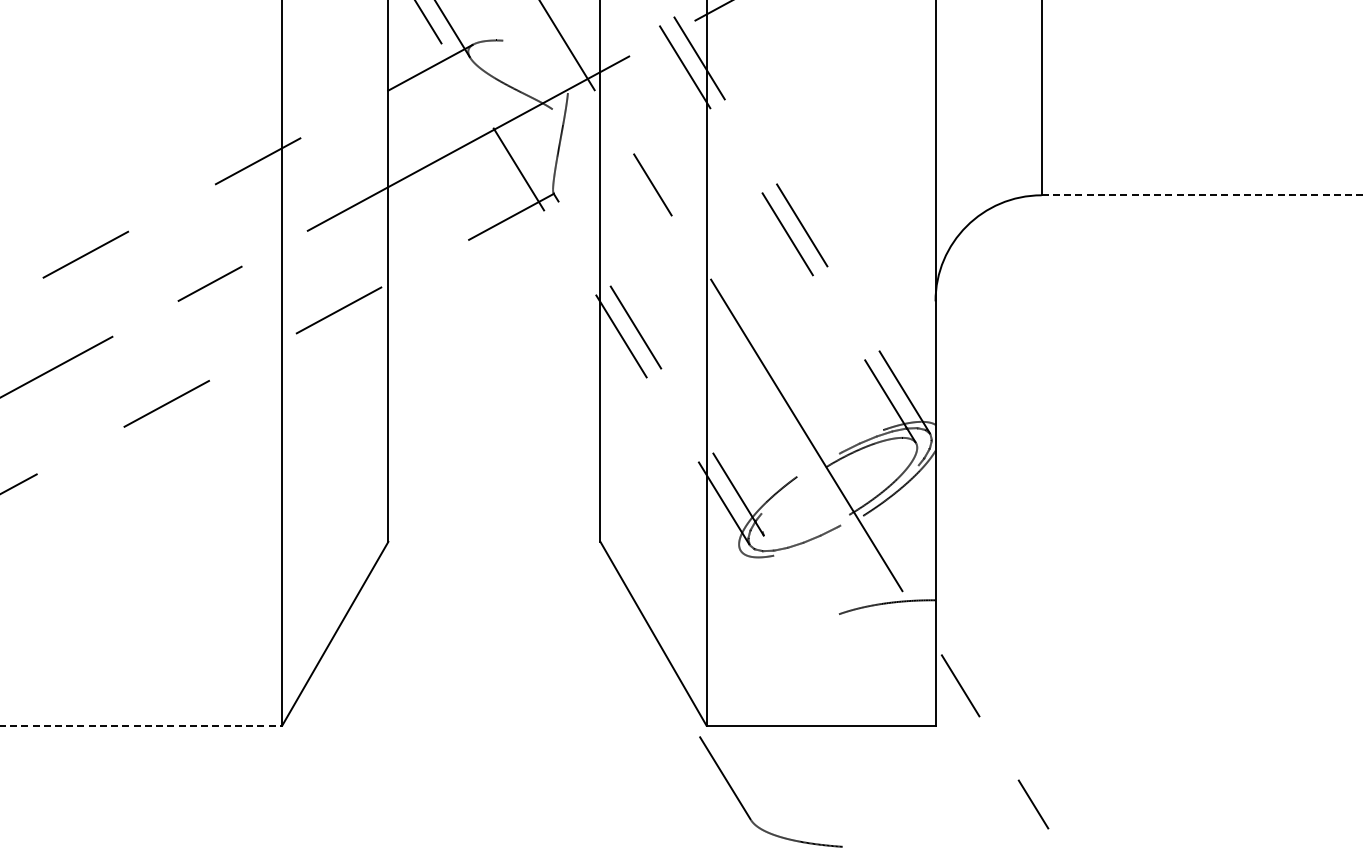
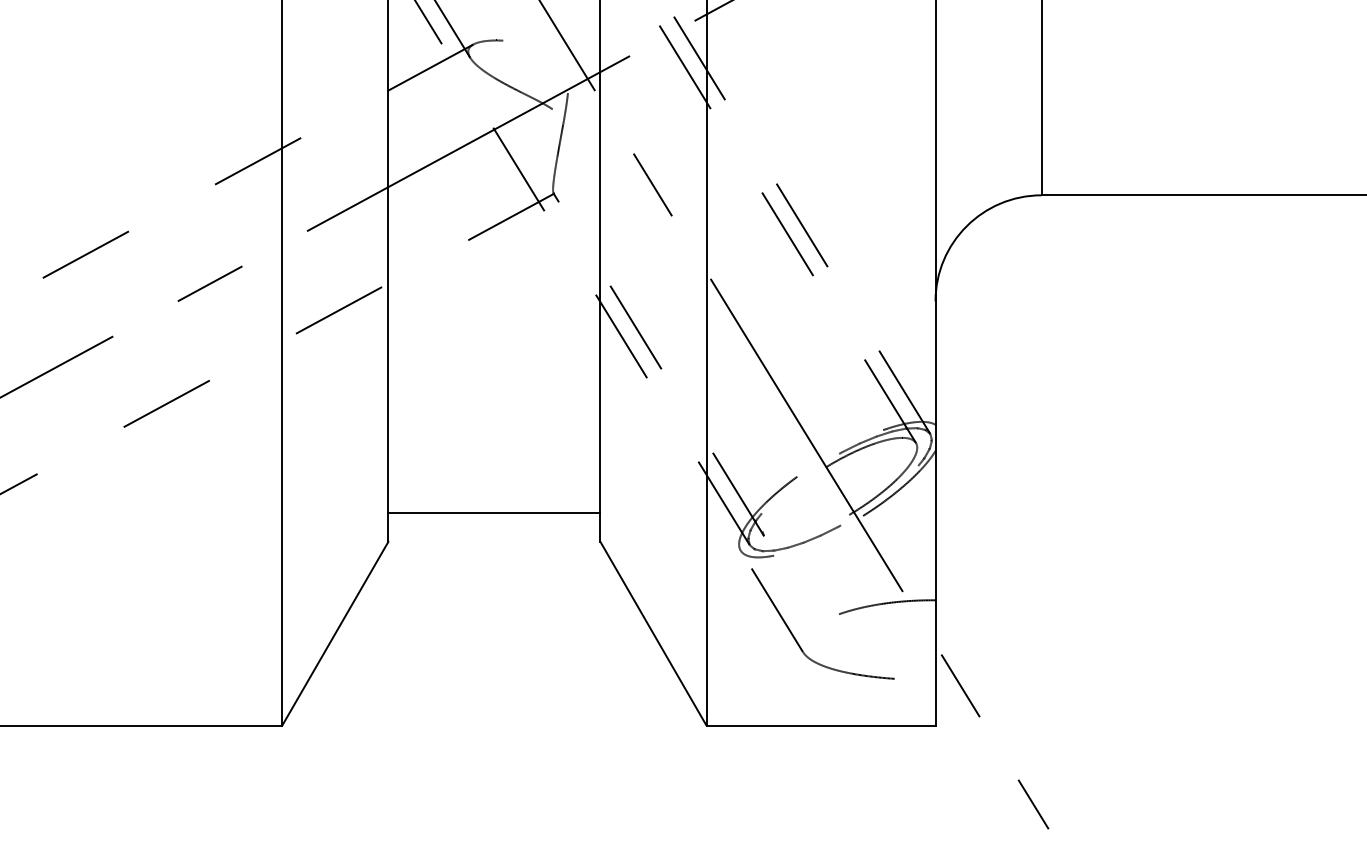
line at (1204, 195): dashed -> solid
line at (494, 513): none -> present
line at (141, 725): dashed -> solid
part at (743, 805) position: (743, 805) -> (795, 637)
